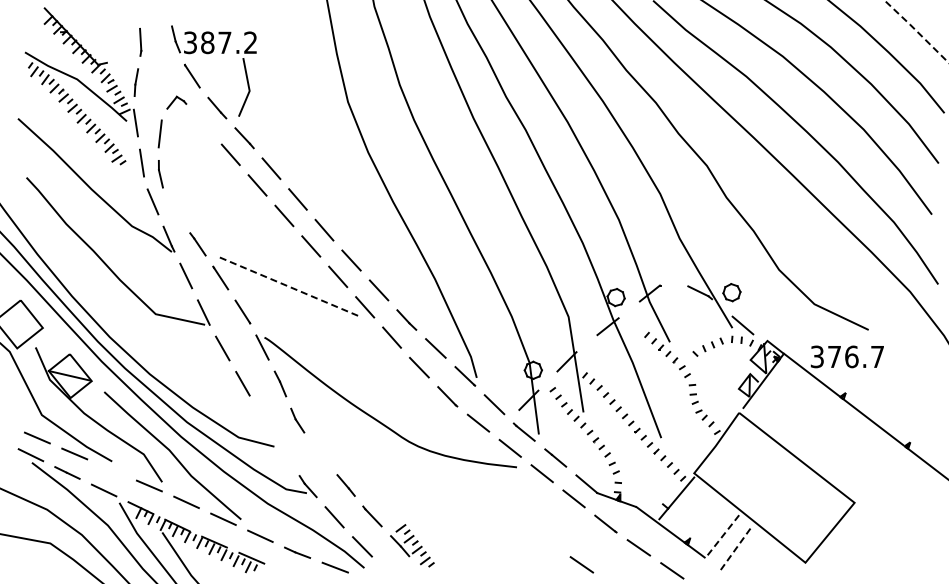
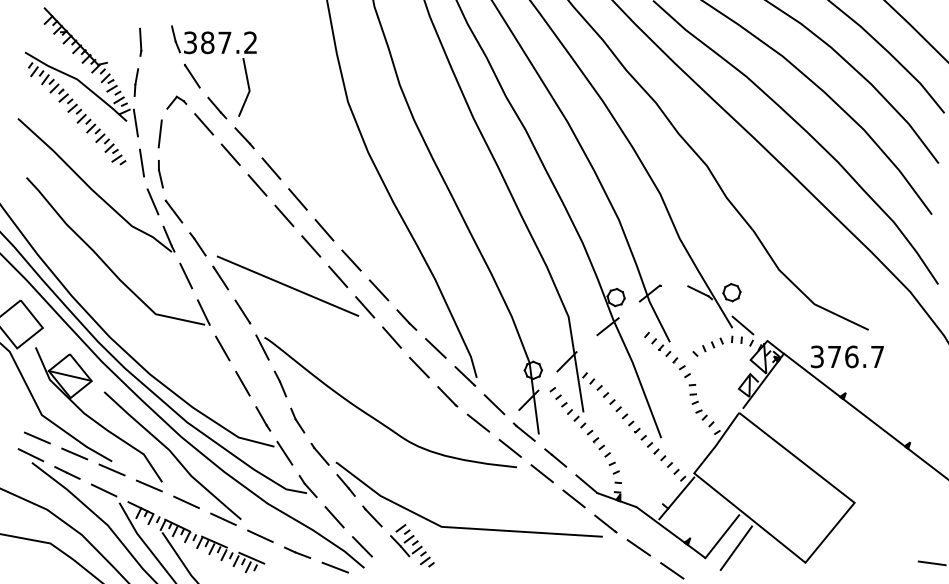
line at (916, 30): dashed -> solid
line at (204, 124): none -> present
line at (173, 211): none -> present
line at (287, 286): dashed -> solid
line at (263, 418): none -> present
line at (284, 452): none -> present
line at (111, 469): none -> present
part at (456, 526): none -> present
line at (722, 537): dashed -> solid
line at (736, 548): dashed -> solid
line at (931, 563): none -> present
line at (581, 564): present -> none
